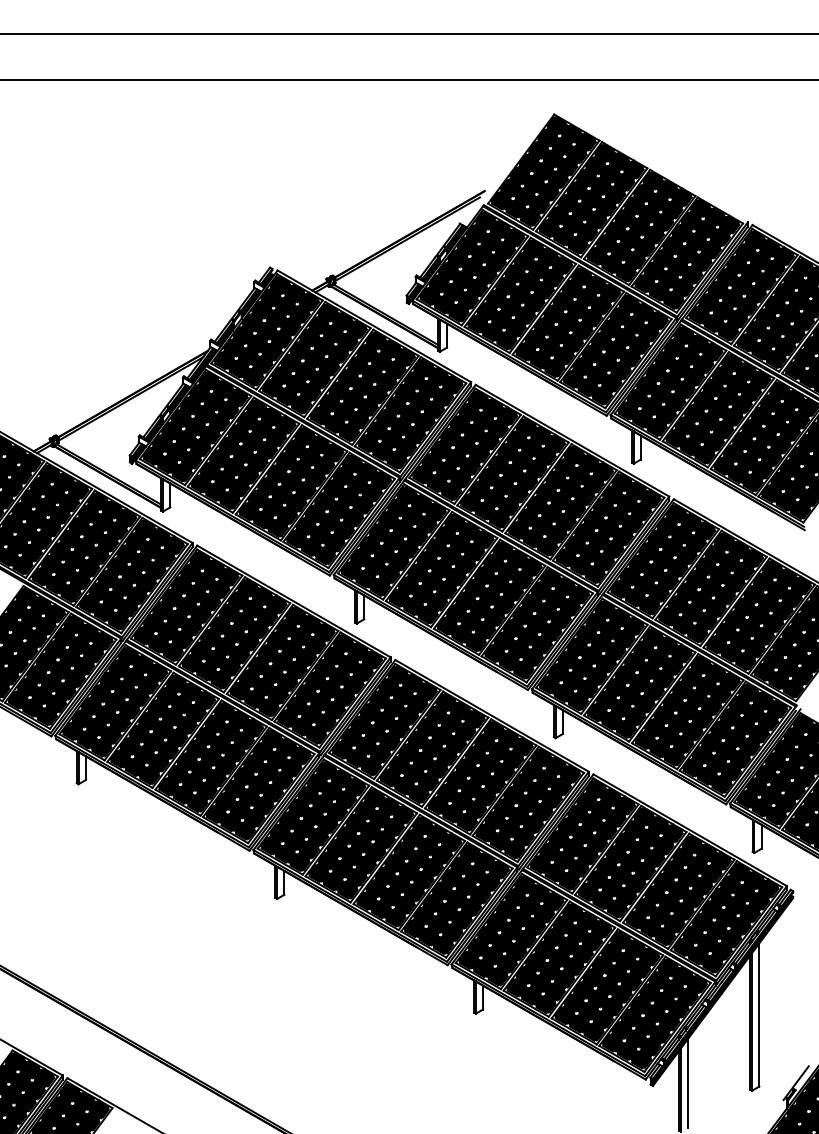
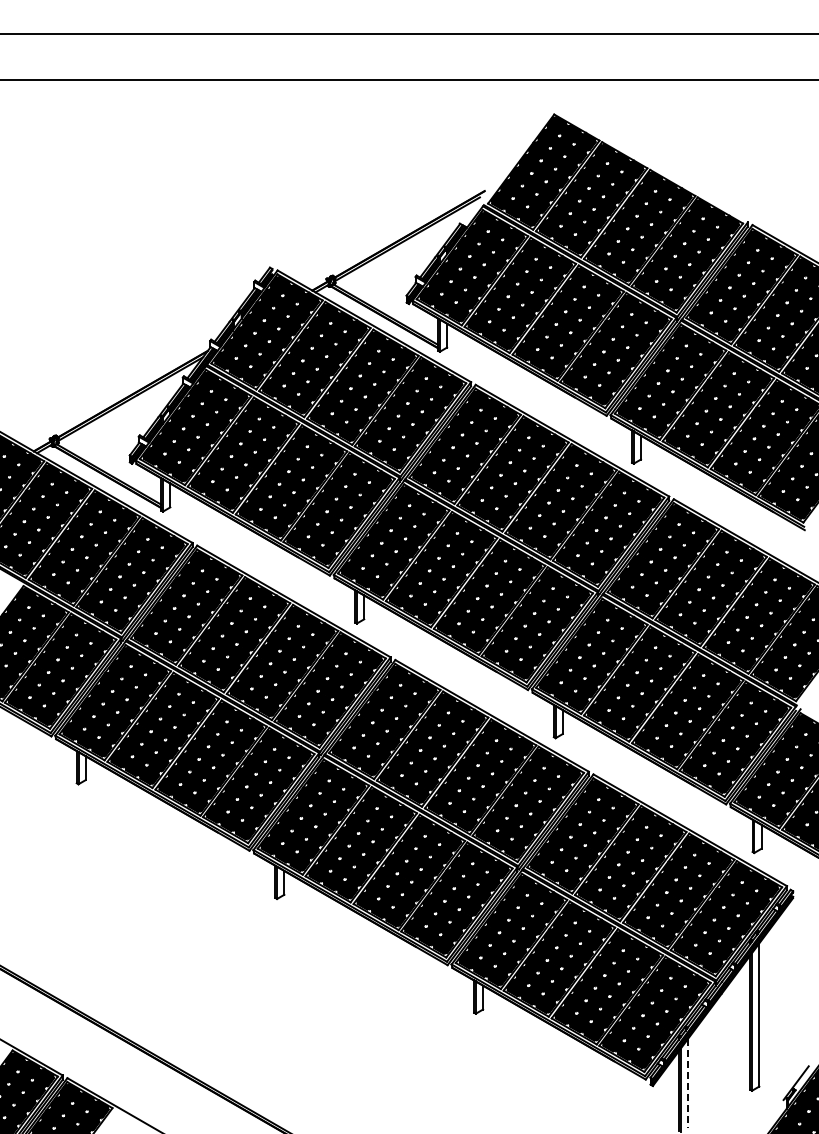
line at (687, 1083): solid -> dashed
